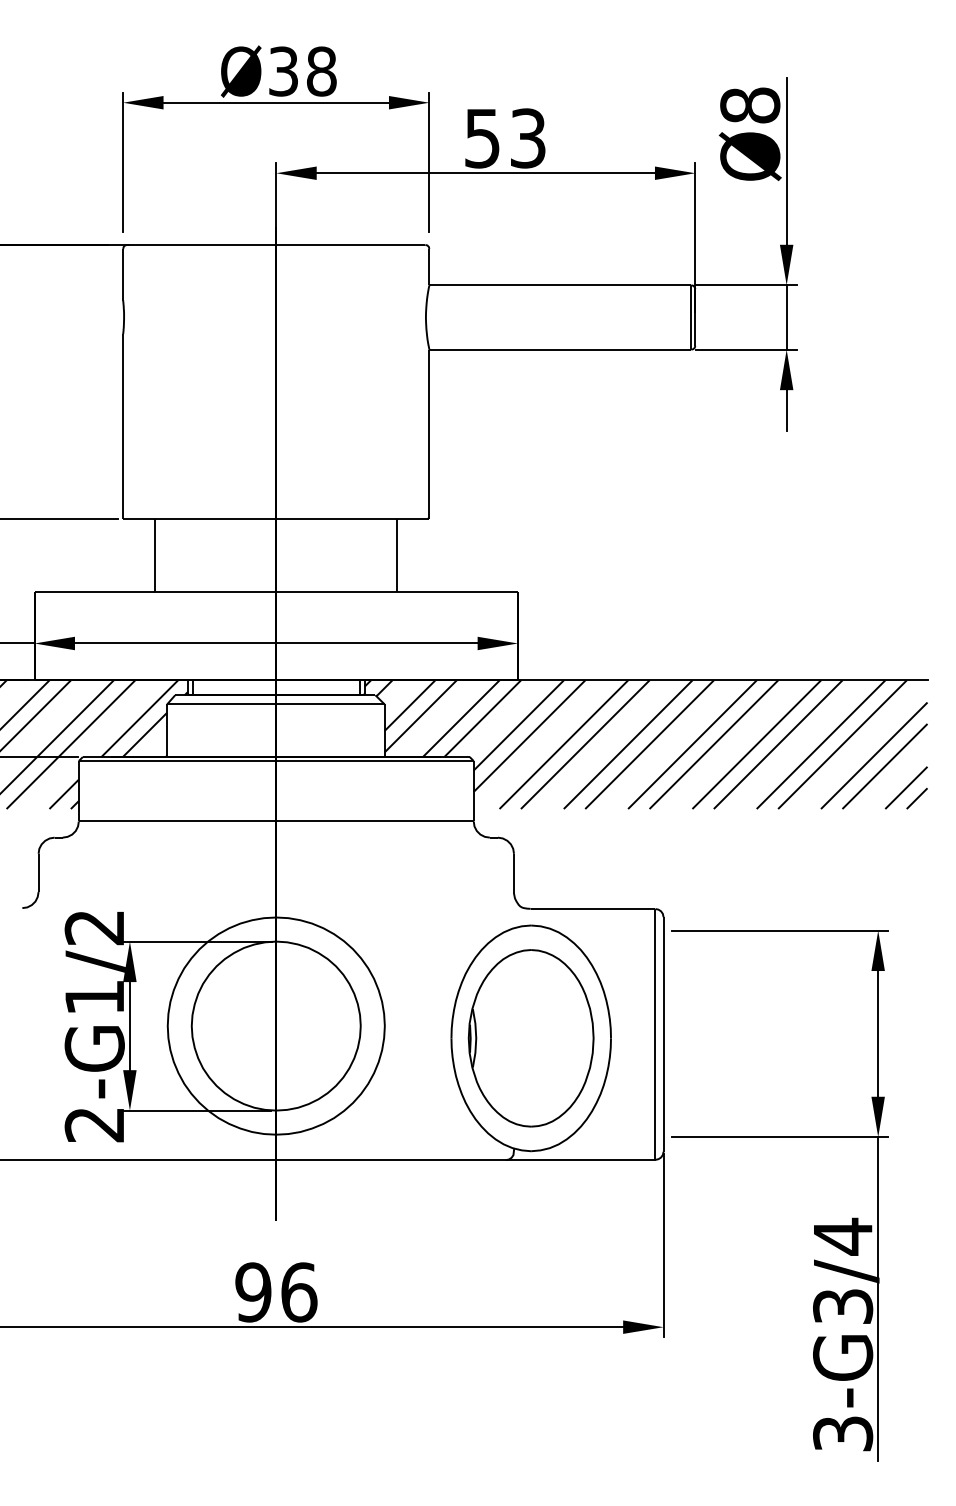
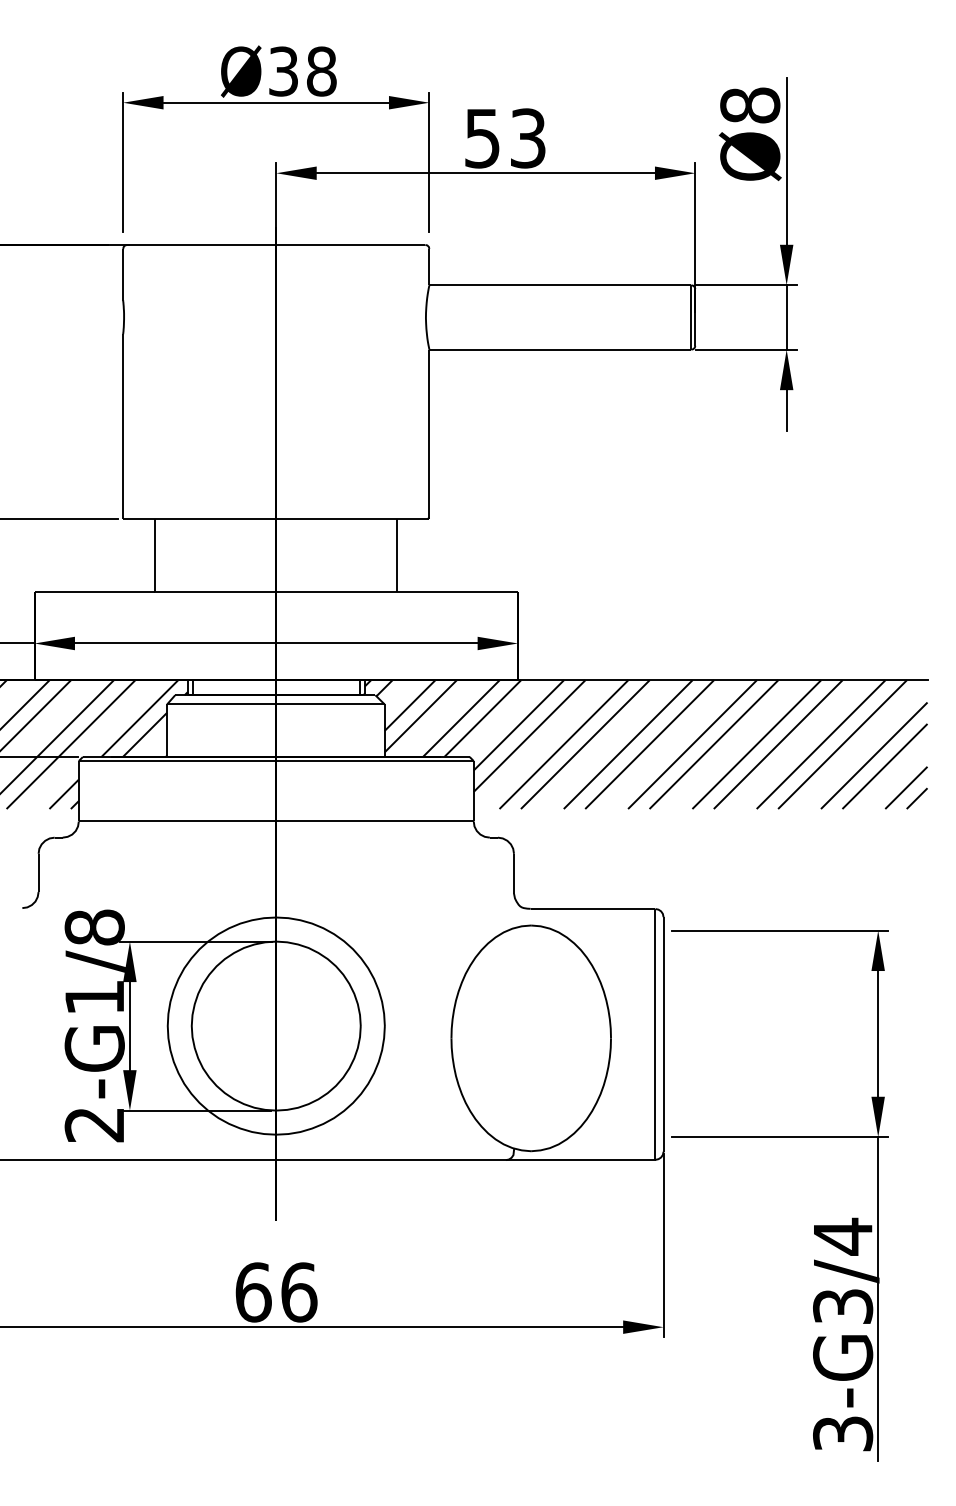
text at (94, 927): 2-G1/2 -> 2-G1/8
part at (530, 1038): present -> none
text at (253, 1292): 96 -> 66
